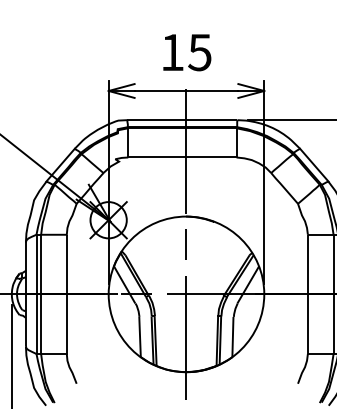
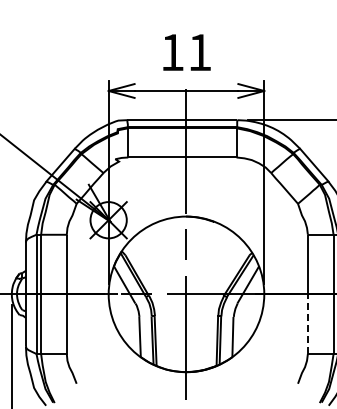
text at (199, 52): 15 -> 11
line at (307, 324): solid -> dashed
